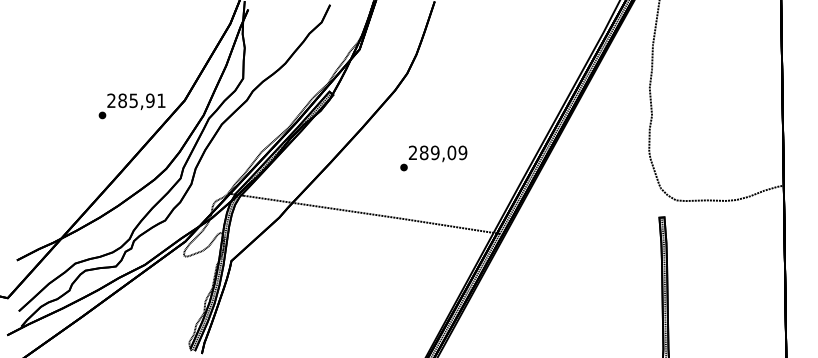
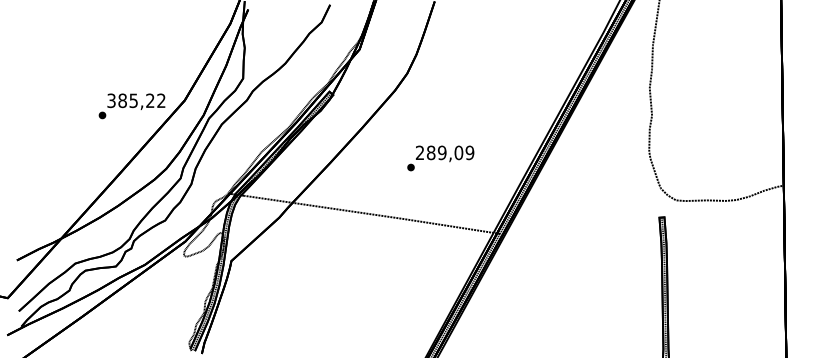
text at (136, 100): 285,91 -> 385,22
text at (433, 158) position: (433, 158) -> (440, 158)
